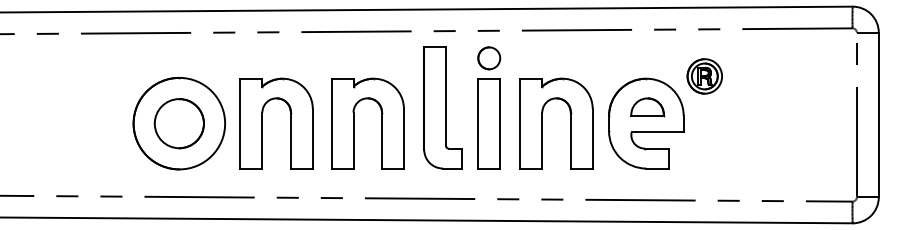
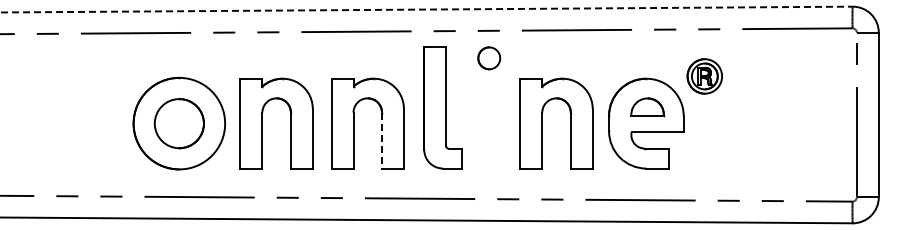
line at (426, 9): solid -> dashed
part at (488, 123): present -> none
line at (382, 140): solid -> dashed
